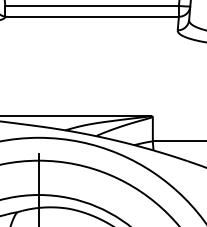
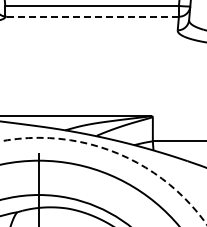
line at (92, 16): solid -> dashed
circle at (103, 180): solid -> dashed
